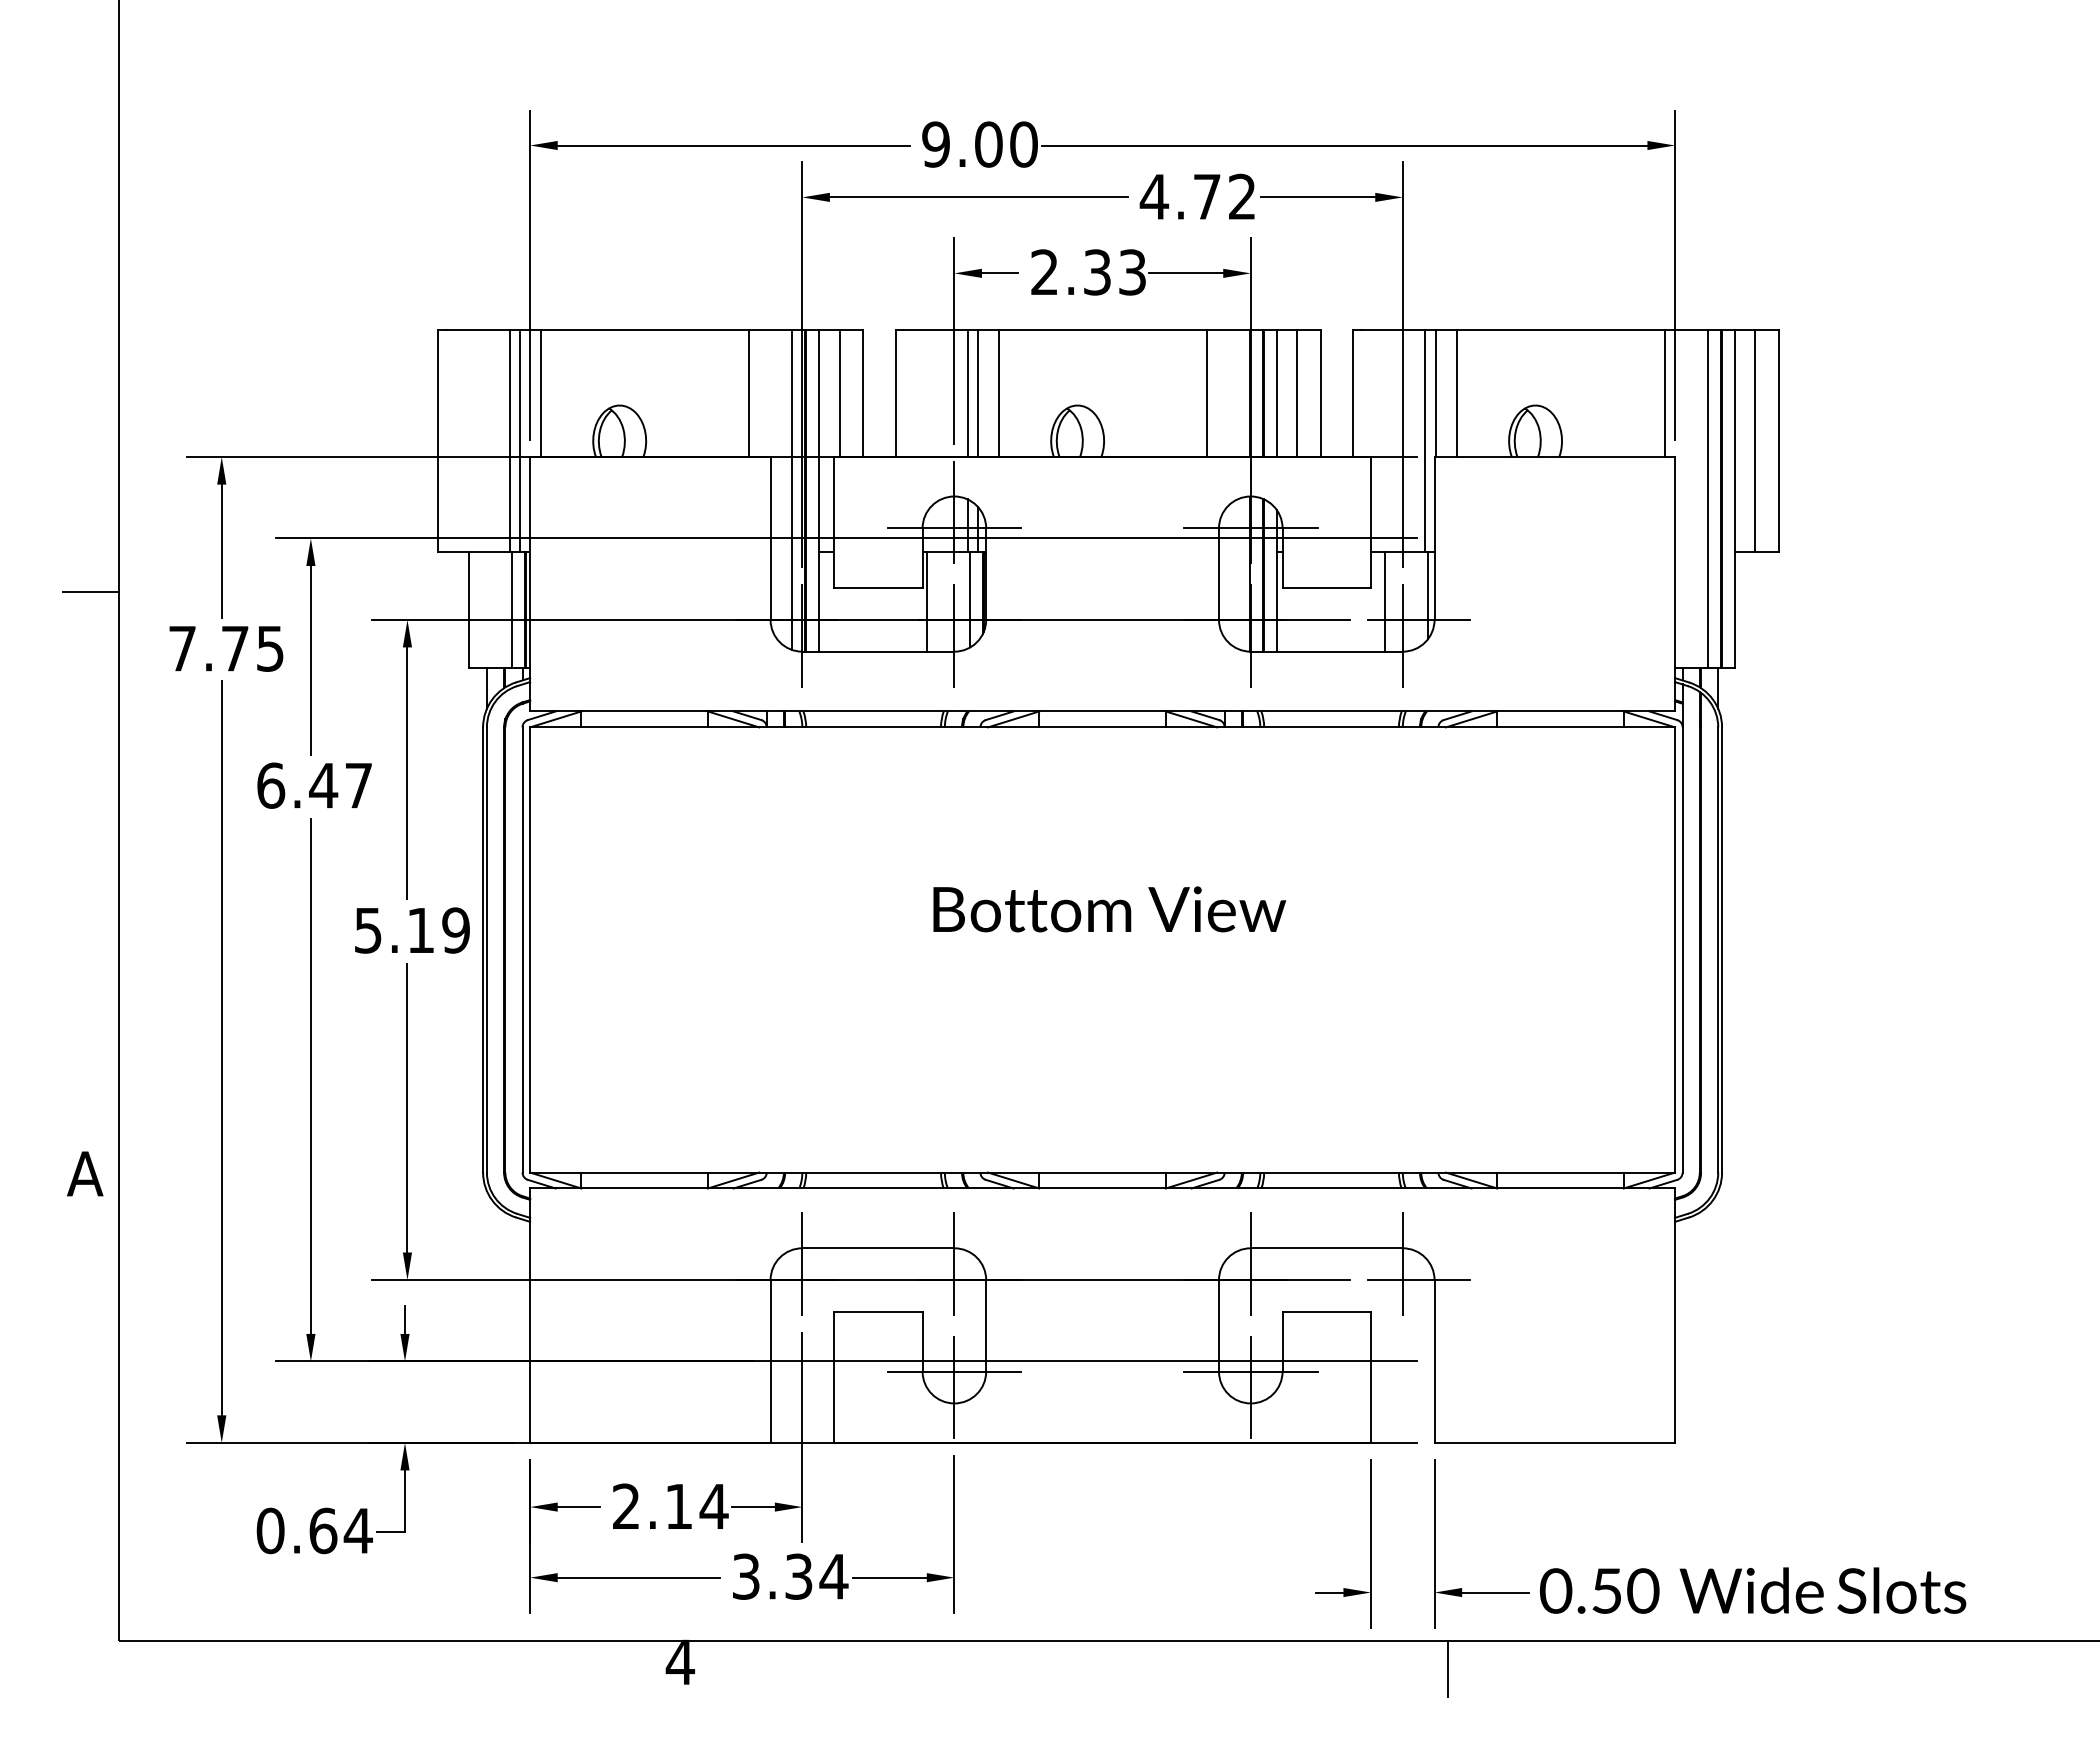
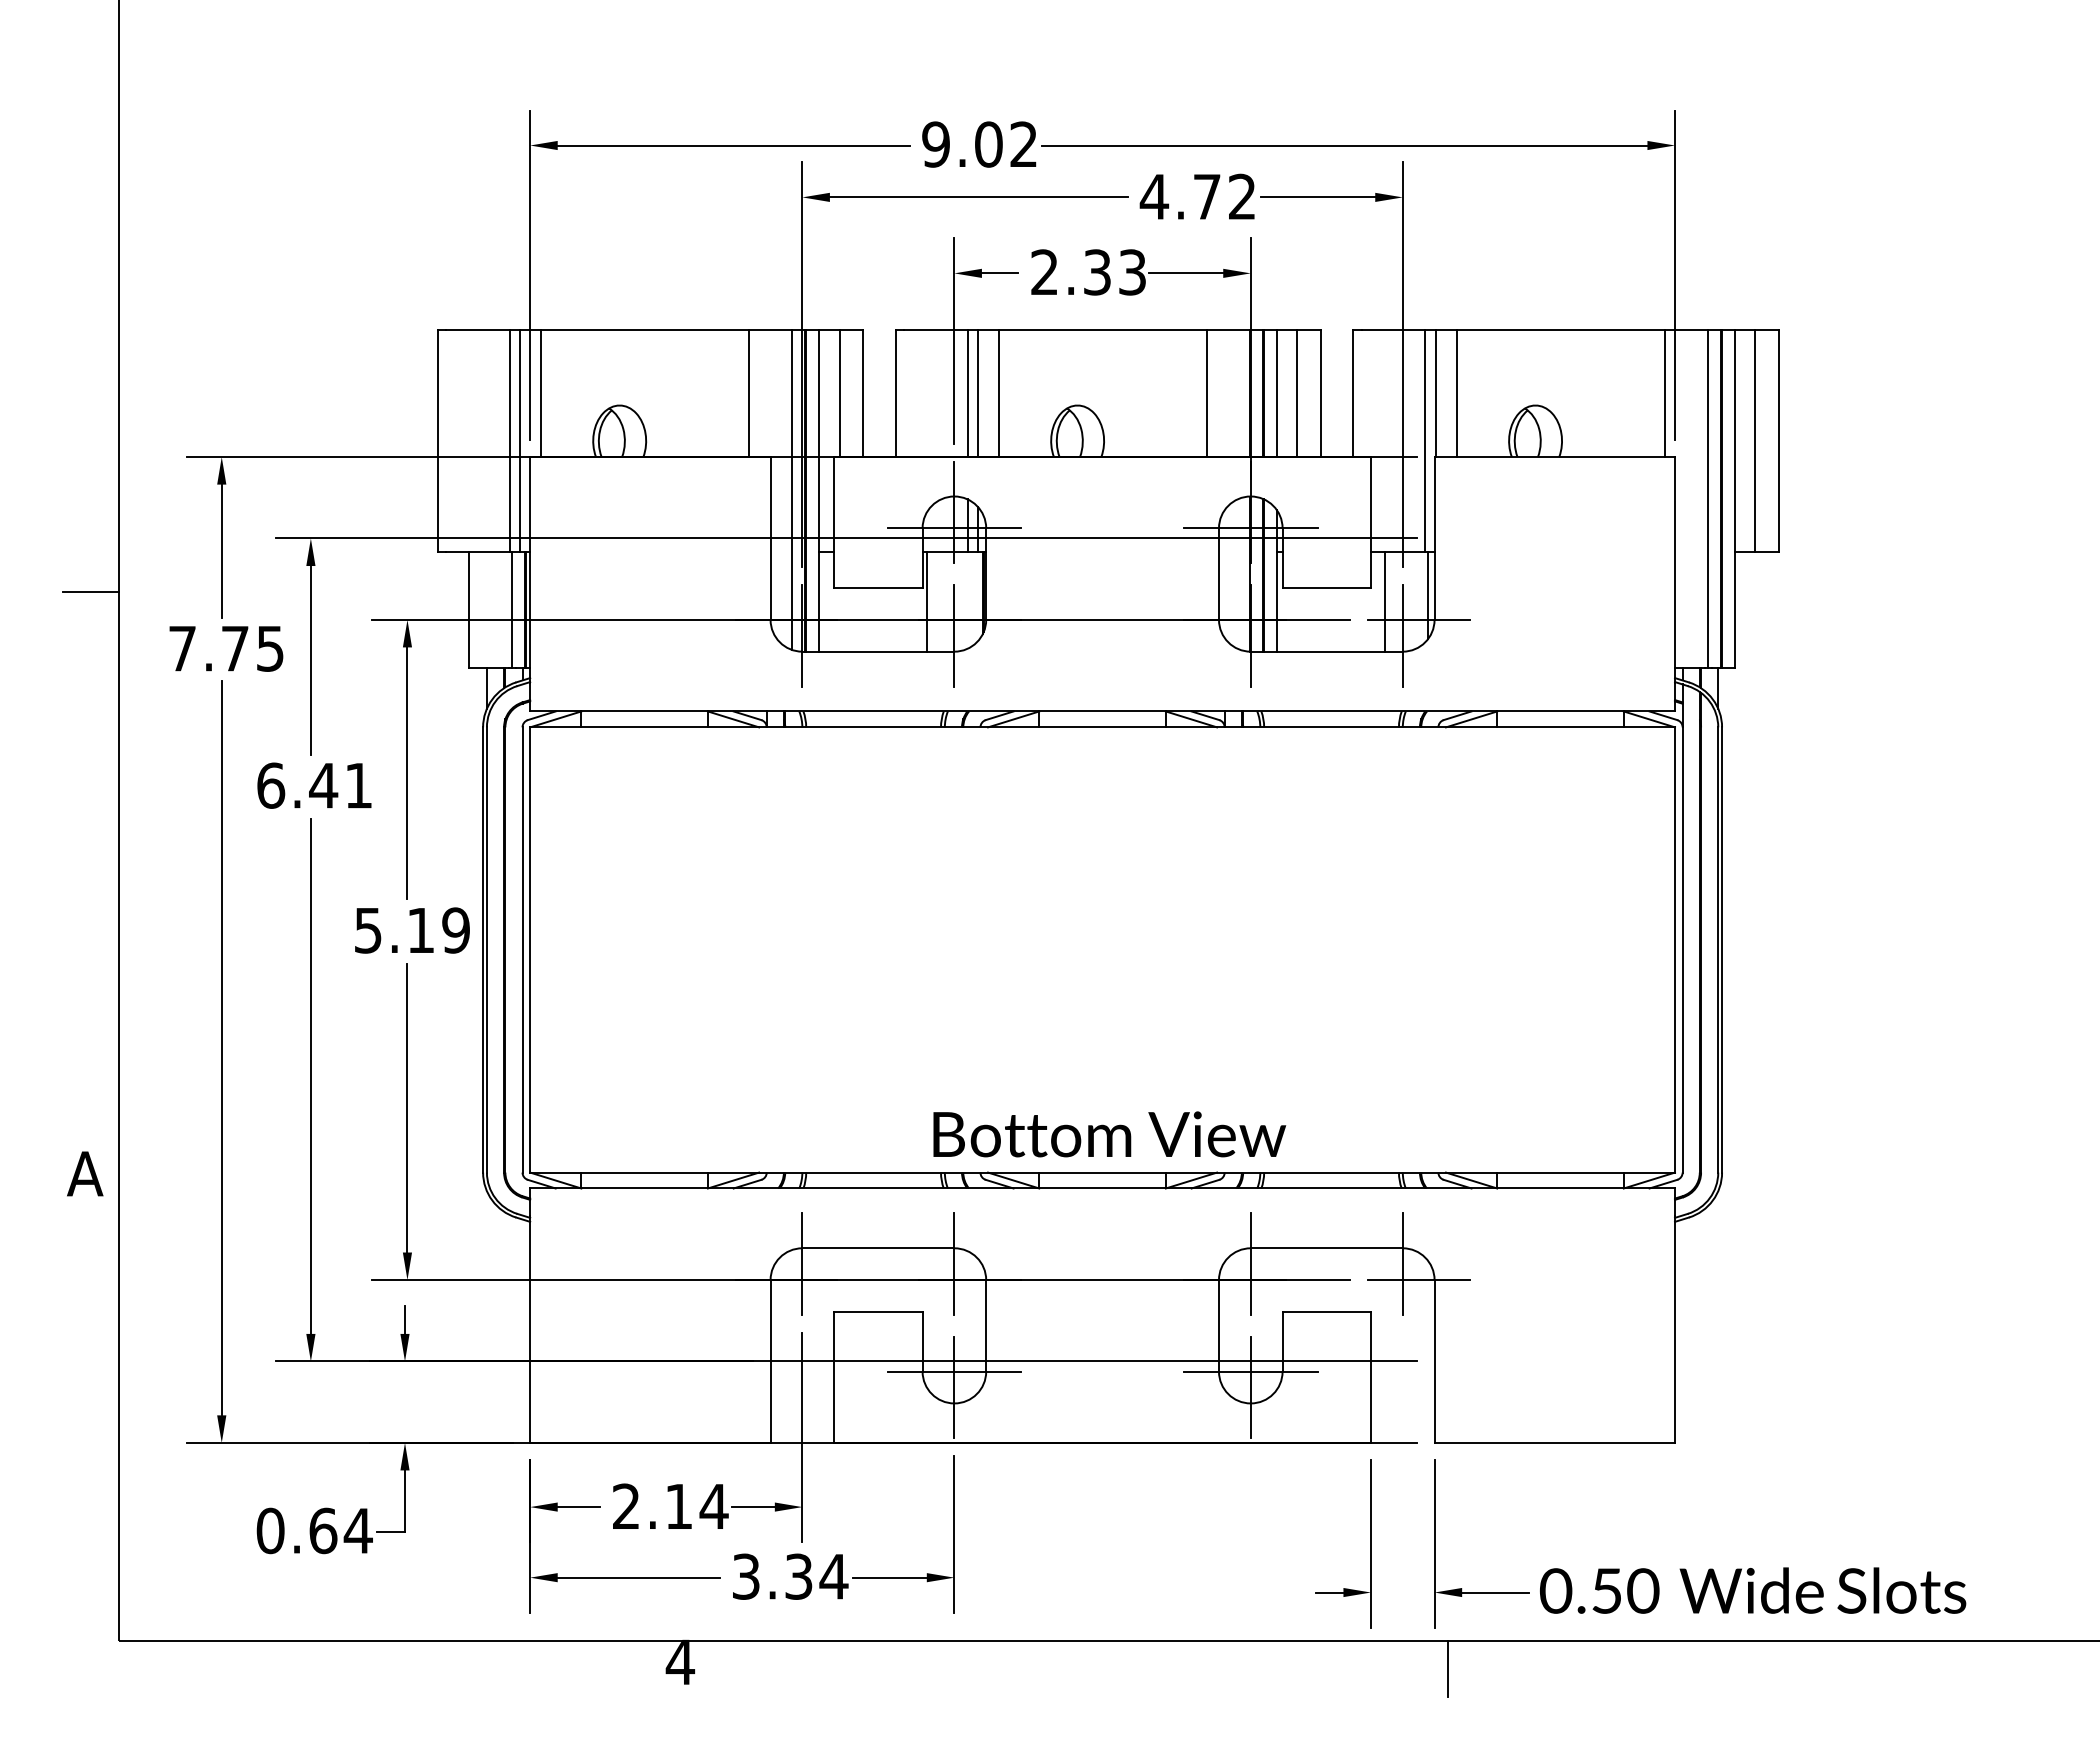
text at (1023, 144): 9.00 -> 9.02
line at (970, 599): present -> none
text at (358, 785): 6.47 -> 6.41
text at (1109, 909) position: (1109, 909) -> (1109, 1134)
